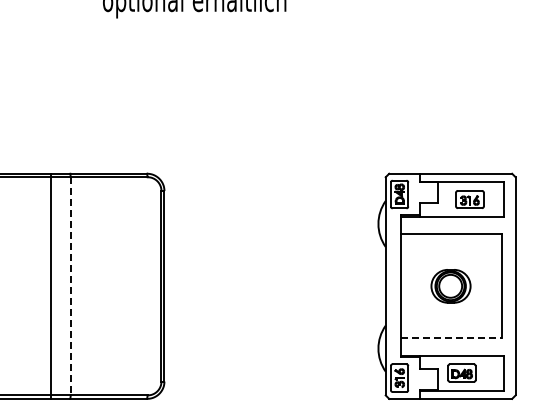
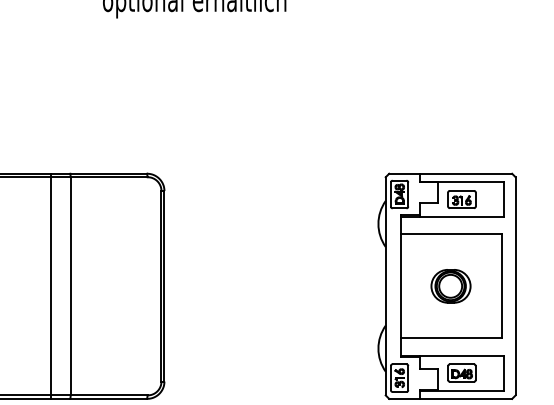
part at (469, 199) position: (469, 199) -> (461, 199)
line at (70, 286): dashed -> solid
line at (452, 338): dashed -> solid
